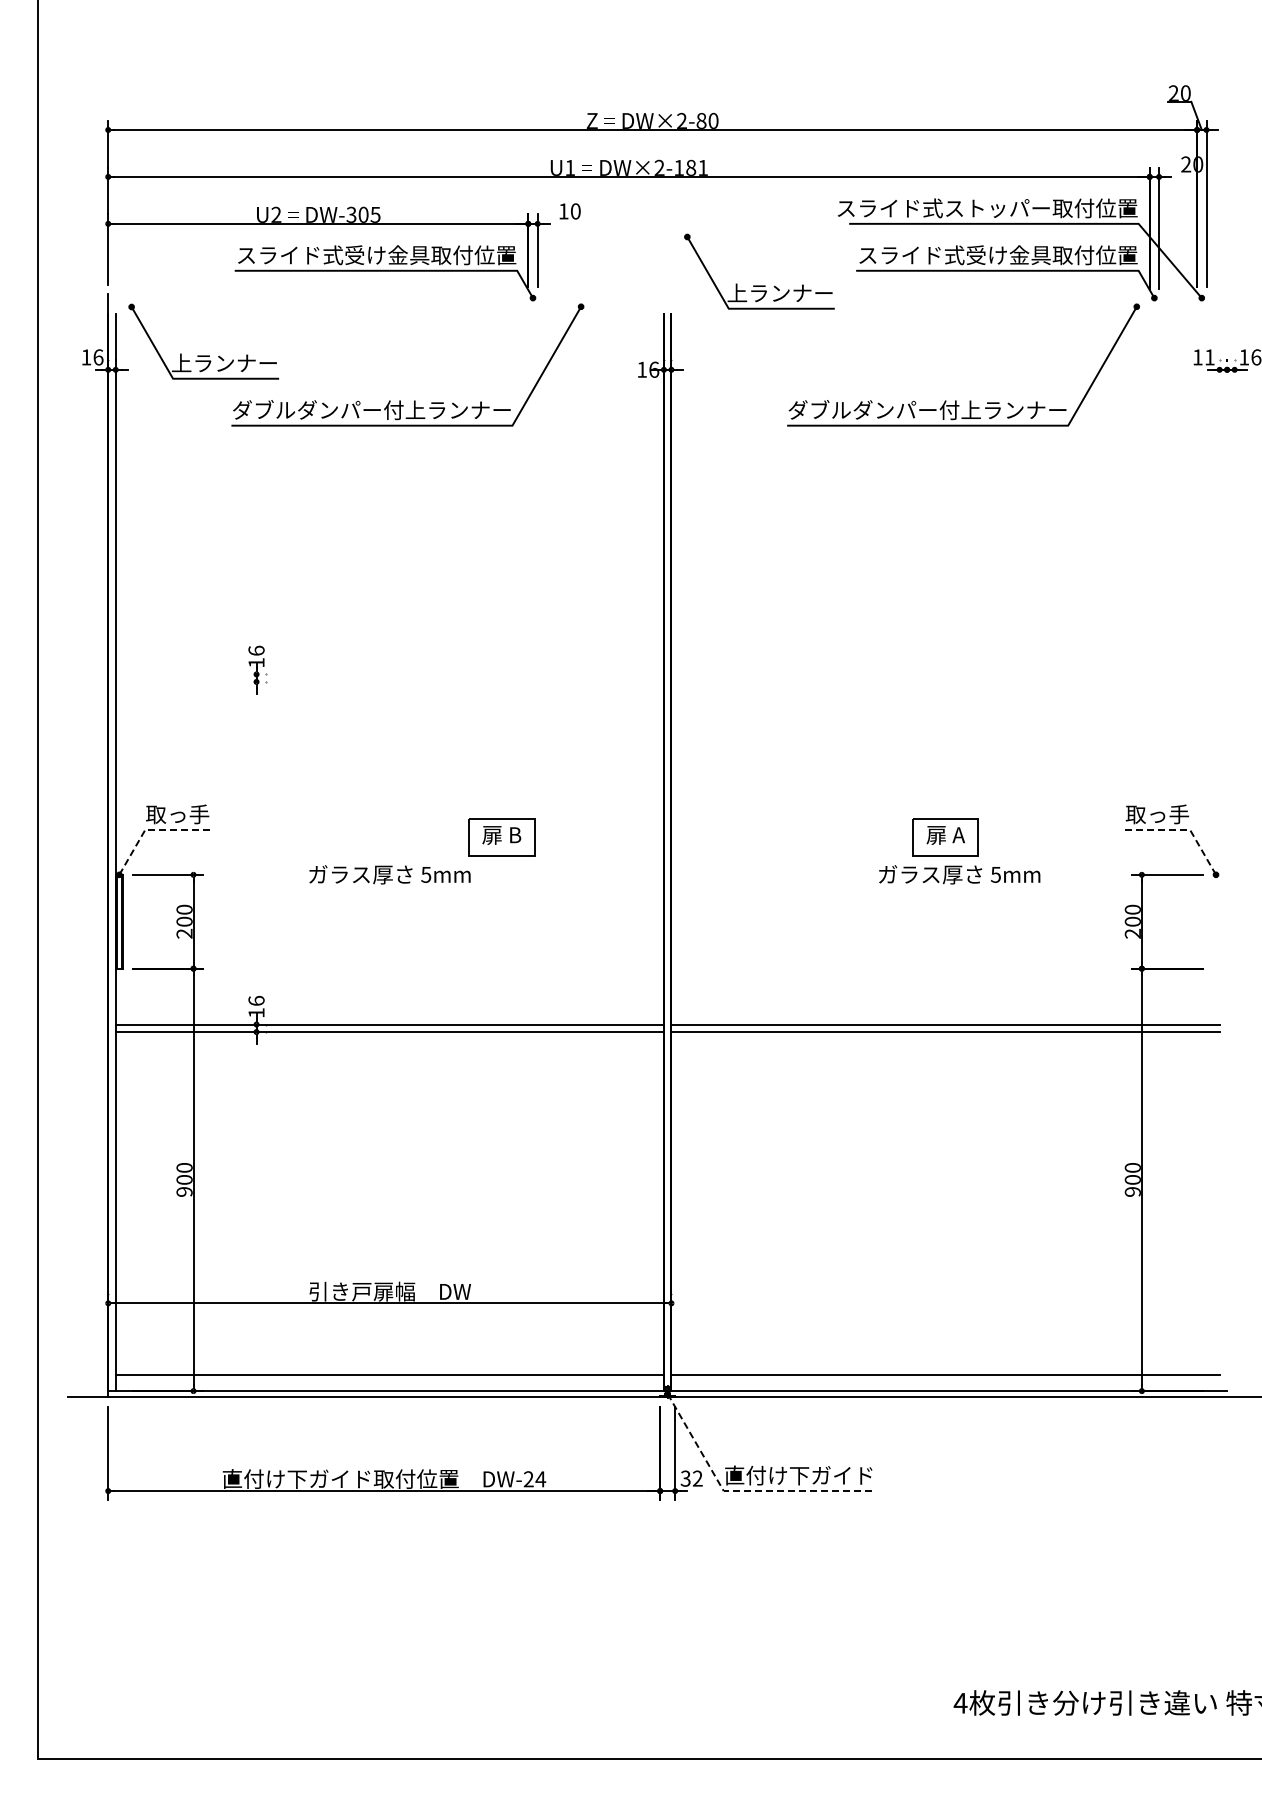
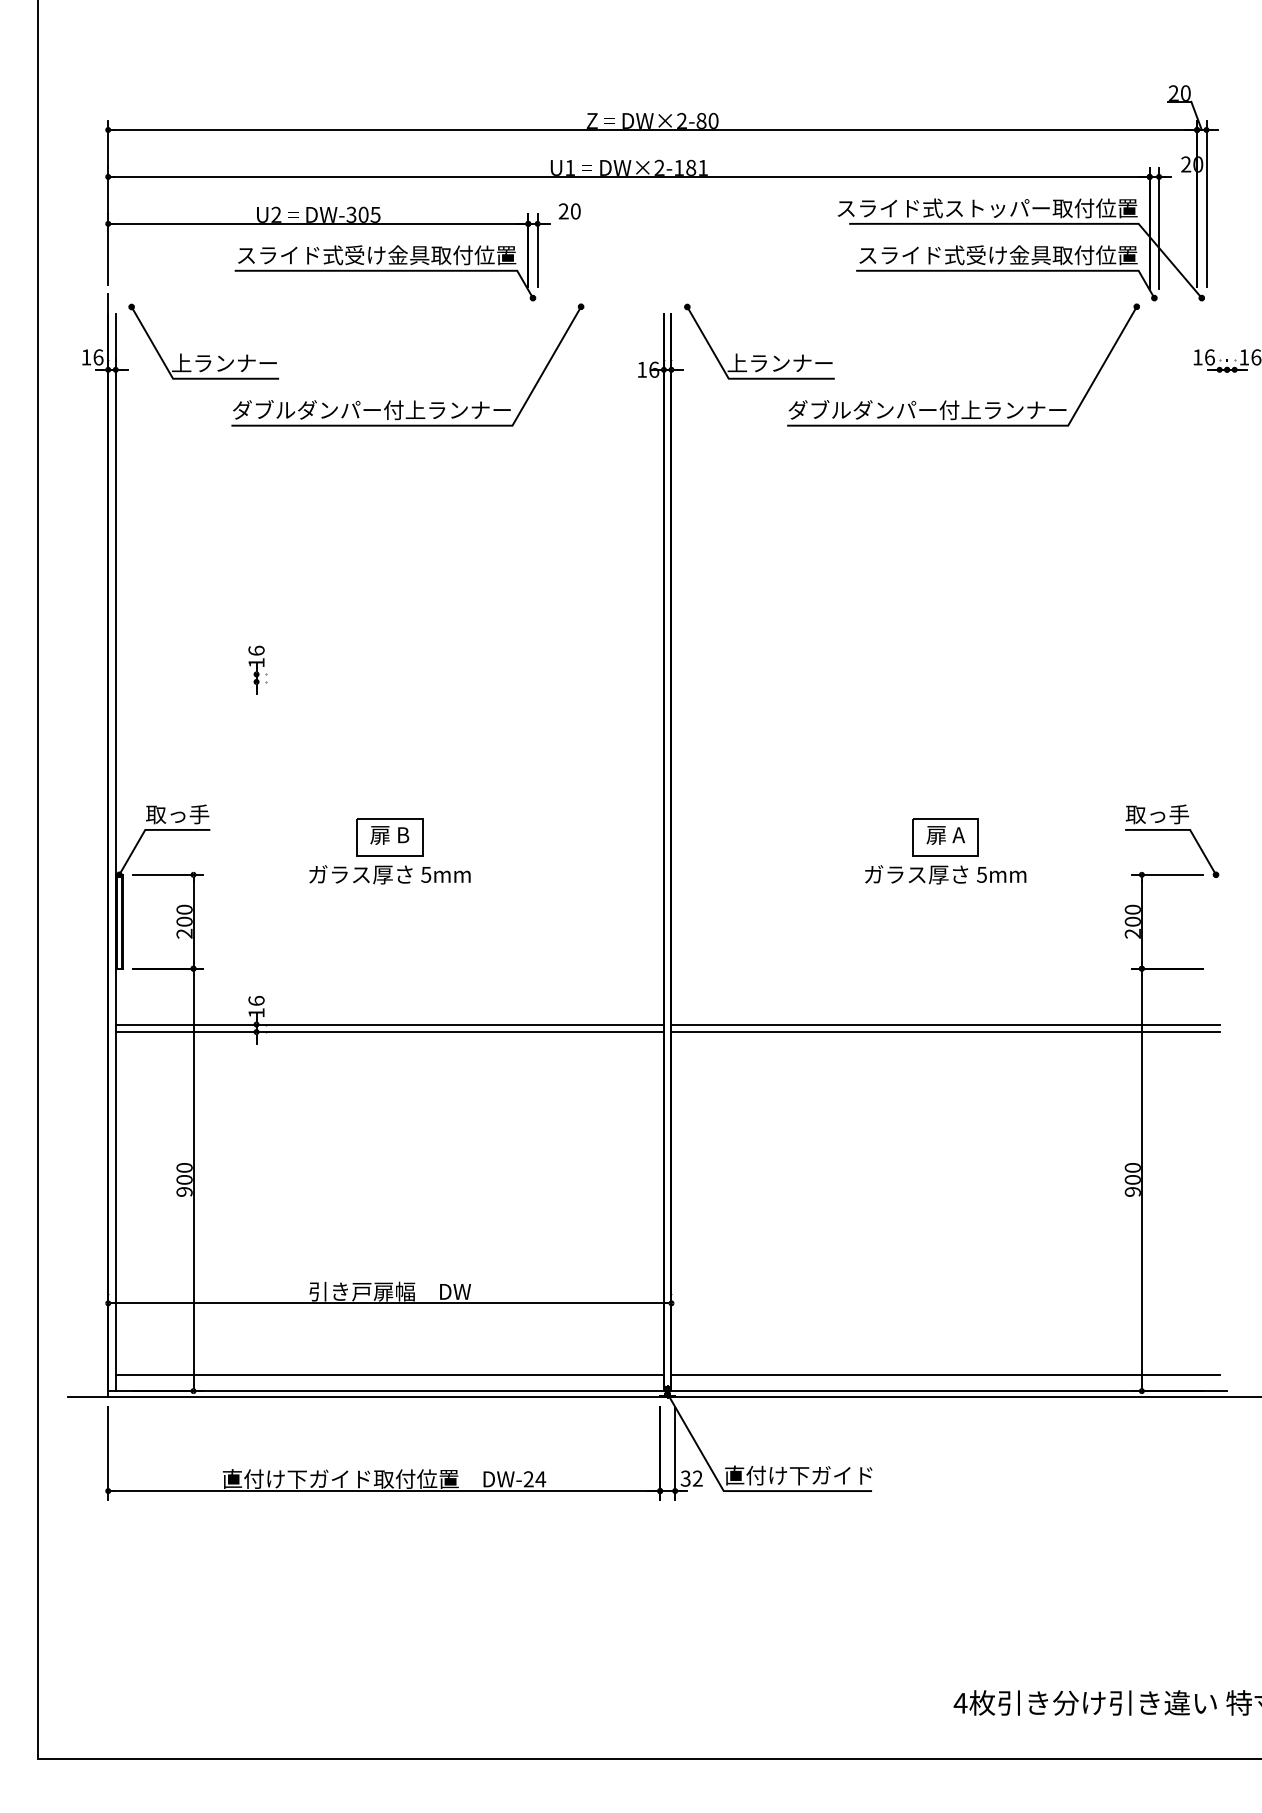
text at (563, 211): 10 -> 20
part at (759, 285) position: (759, 285) -> (759, 355)
text at (1209, 357): 11 -> 16
line at (152, 829): dashed -> solid
line at (1183, 829): dashed -> solid
part at (501, 837) position: (501, 837) -> (389, 837)
text at (959, 874) position: (959, 874) -> (945, 874)
line at (741, 1491): dashed -> solid
